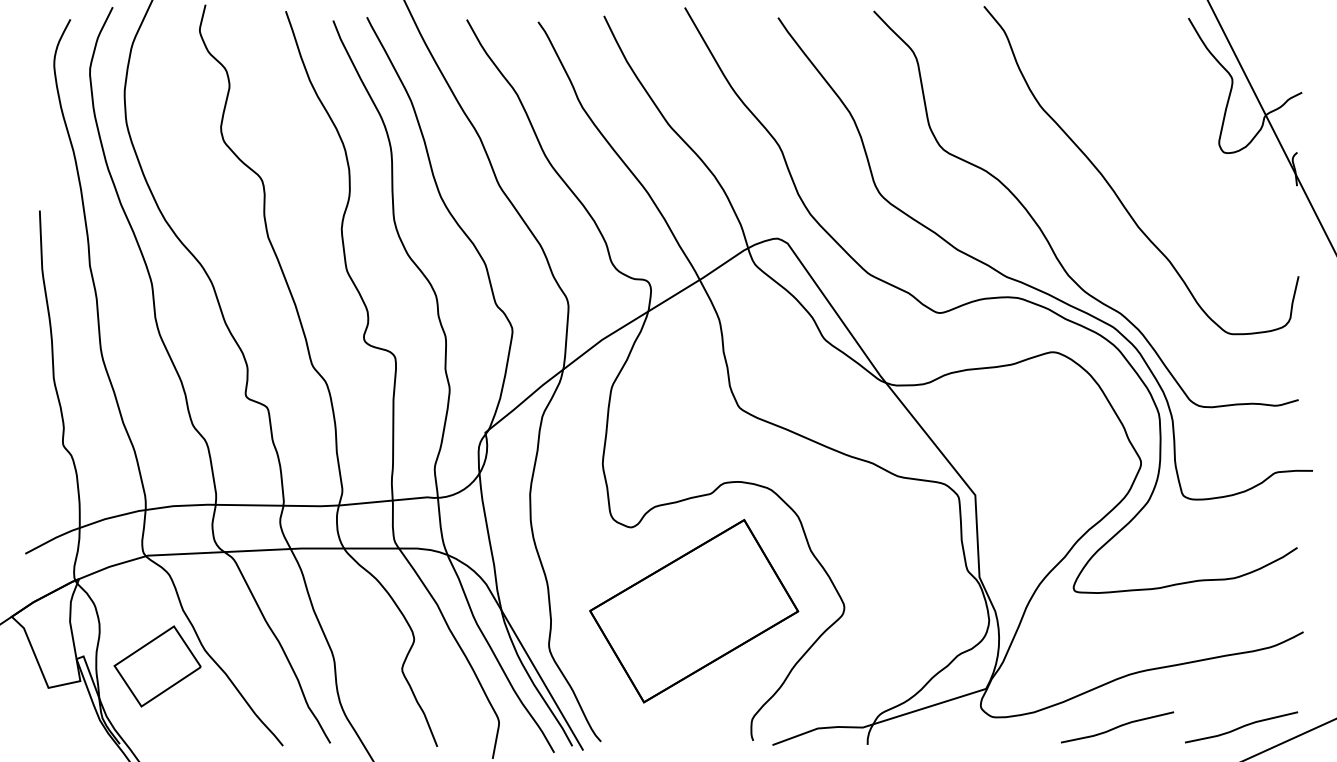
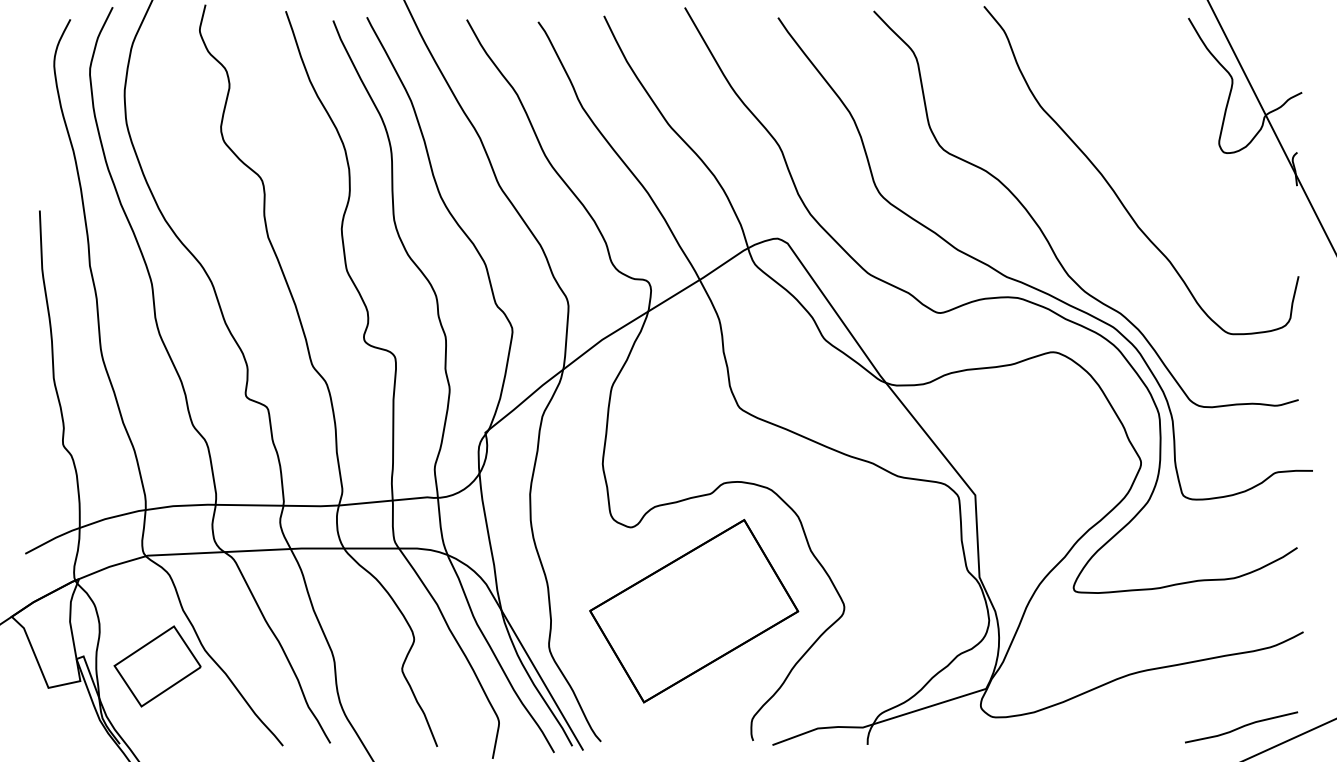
curve at (1117, 727): present -> none
